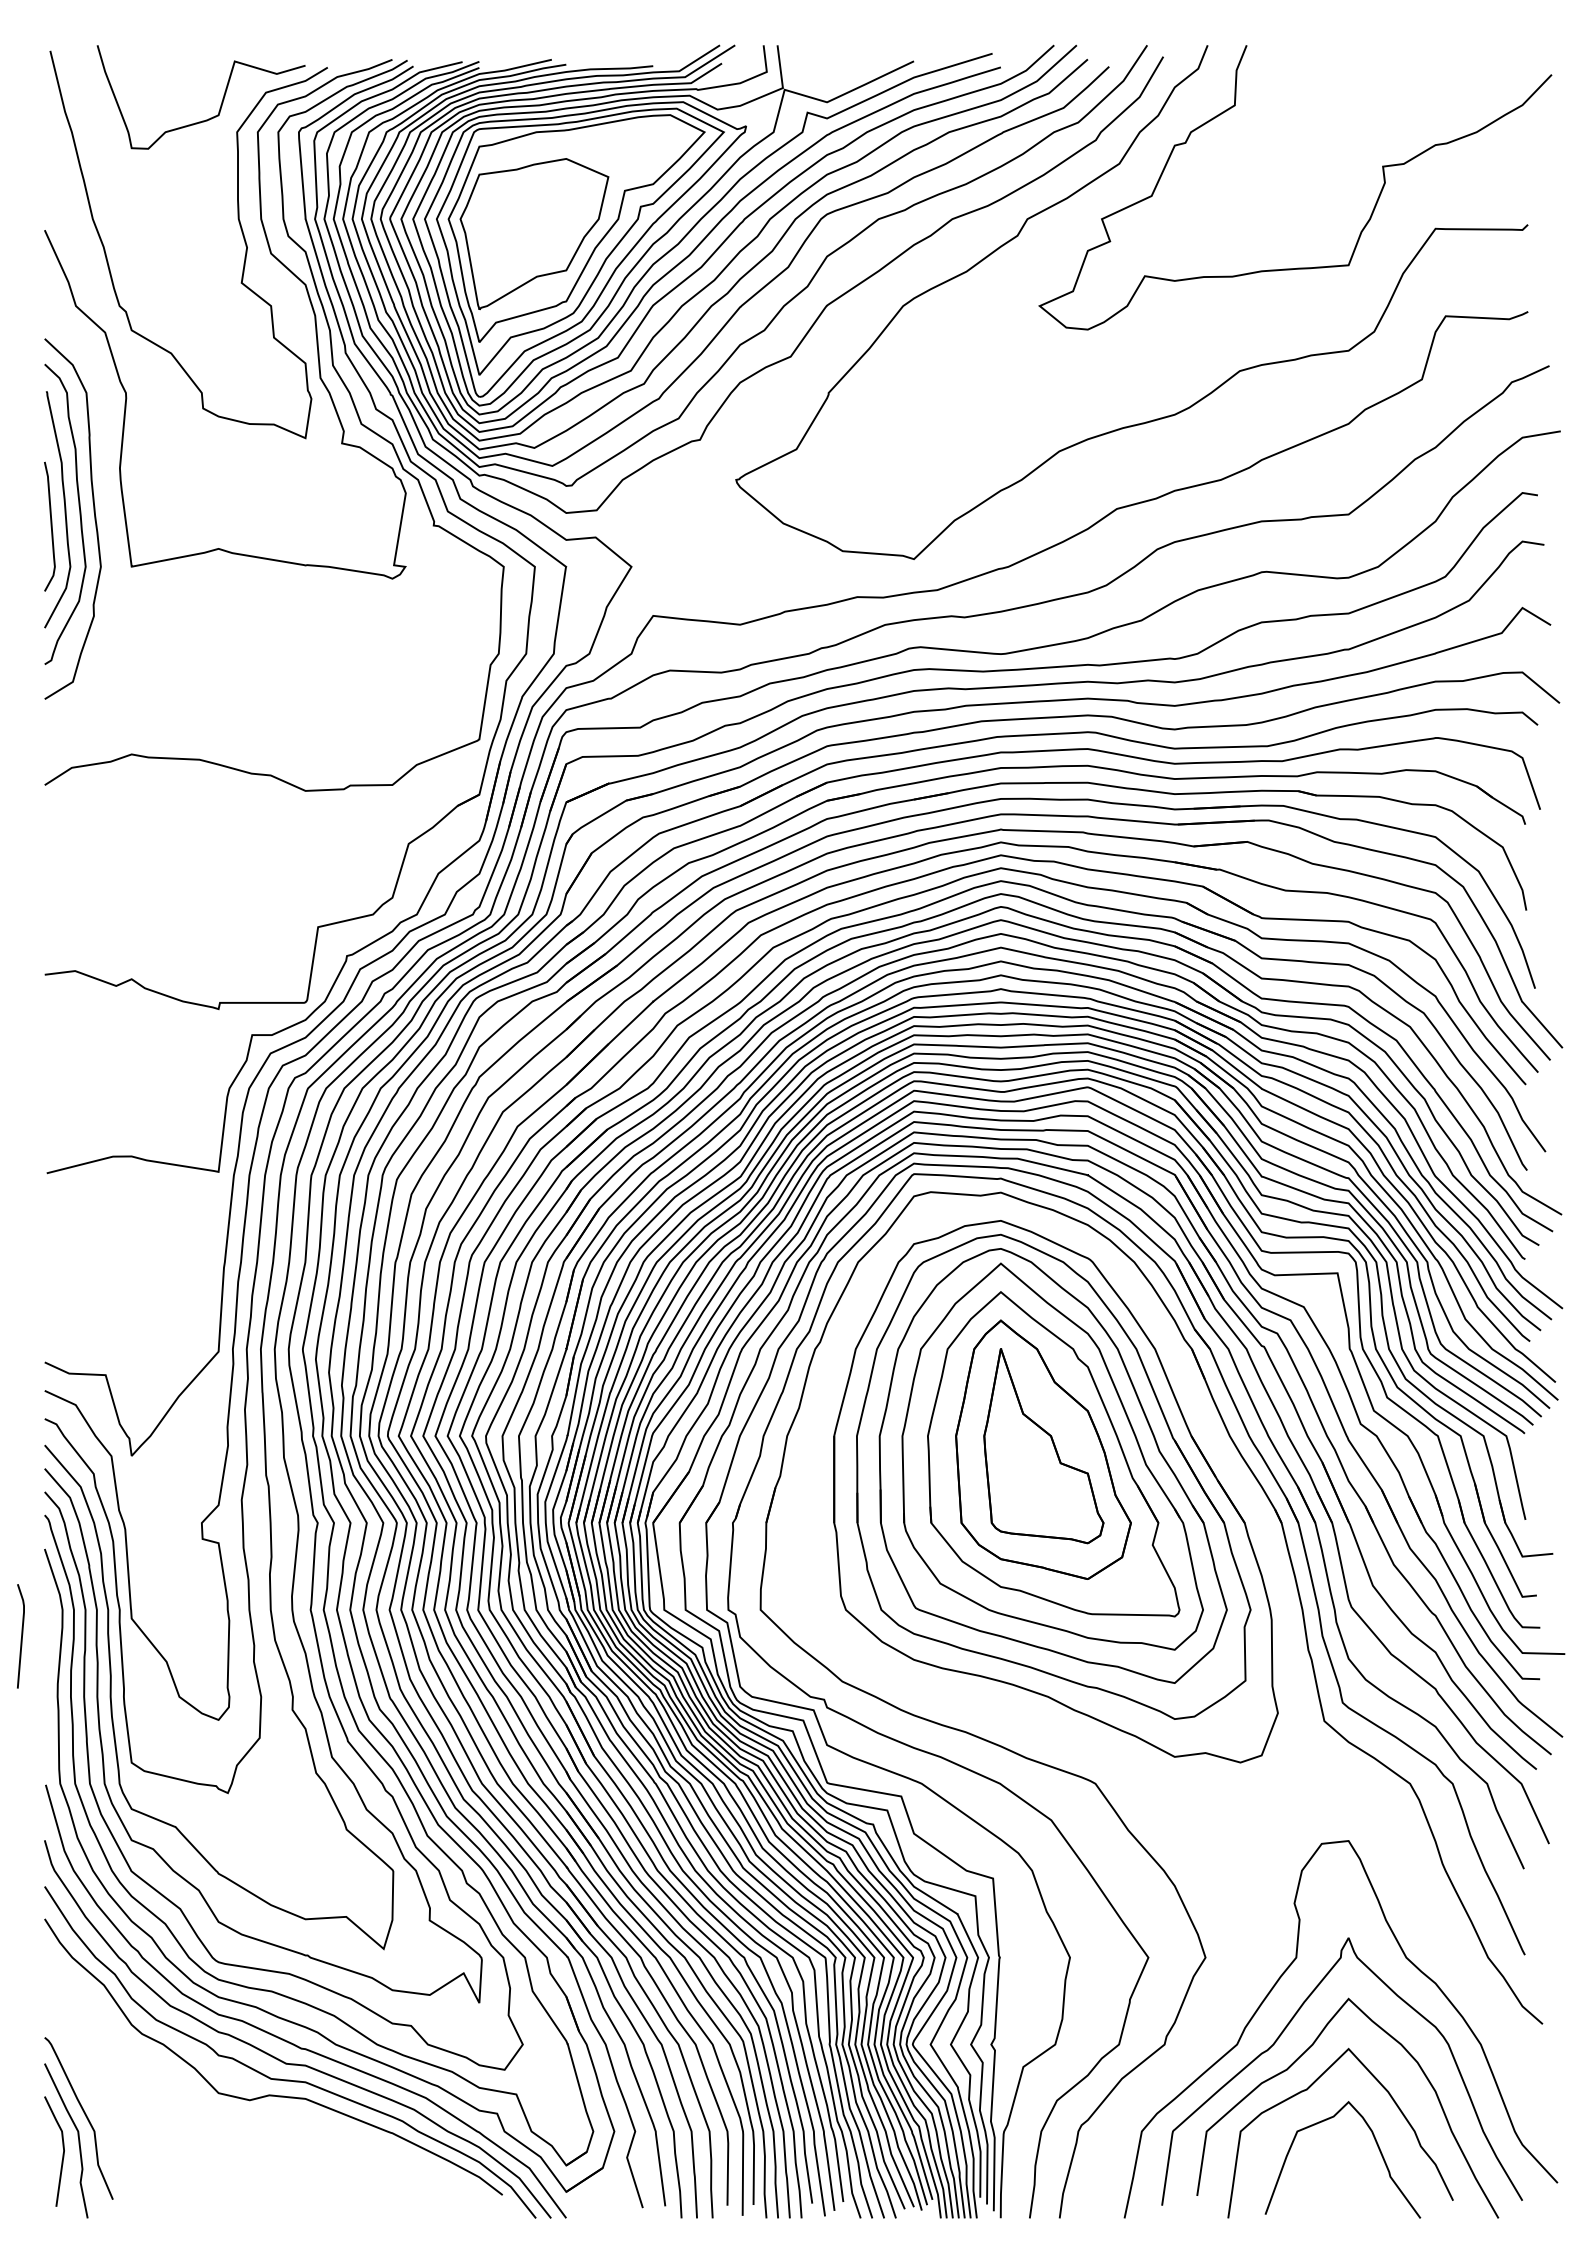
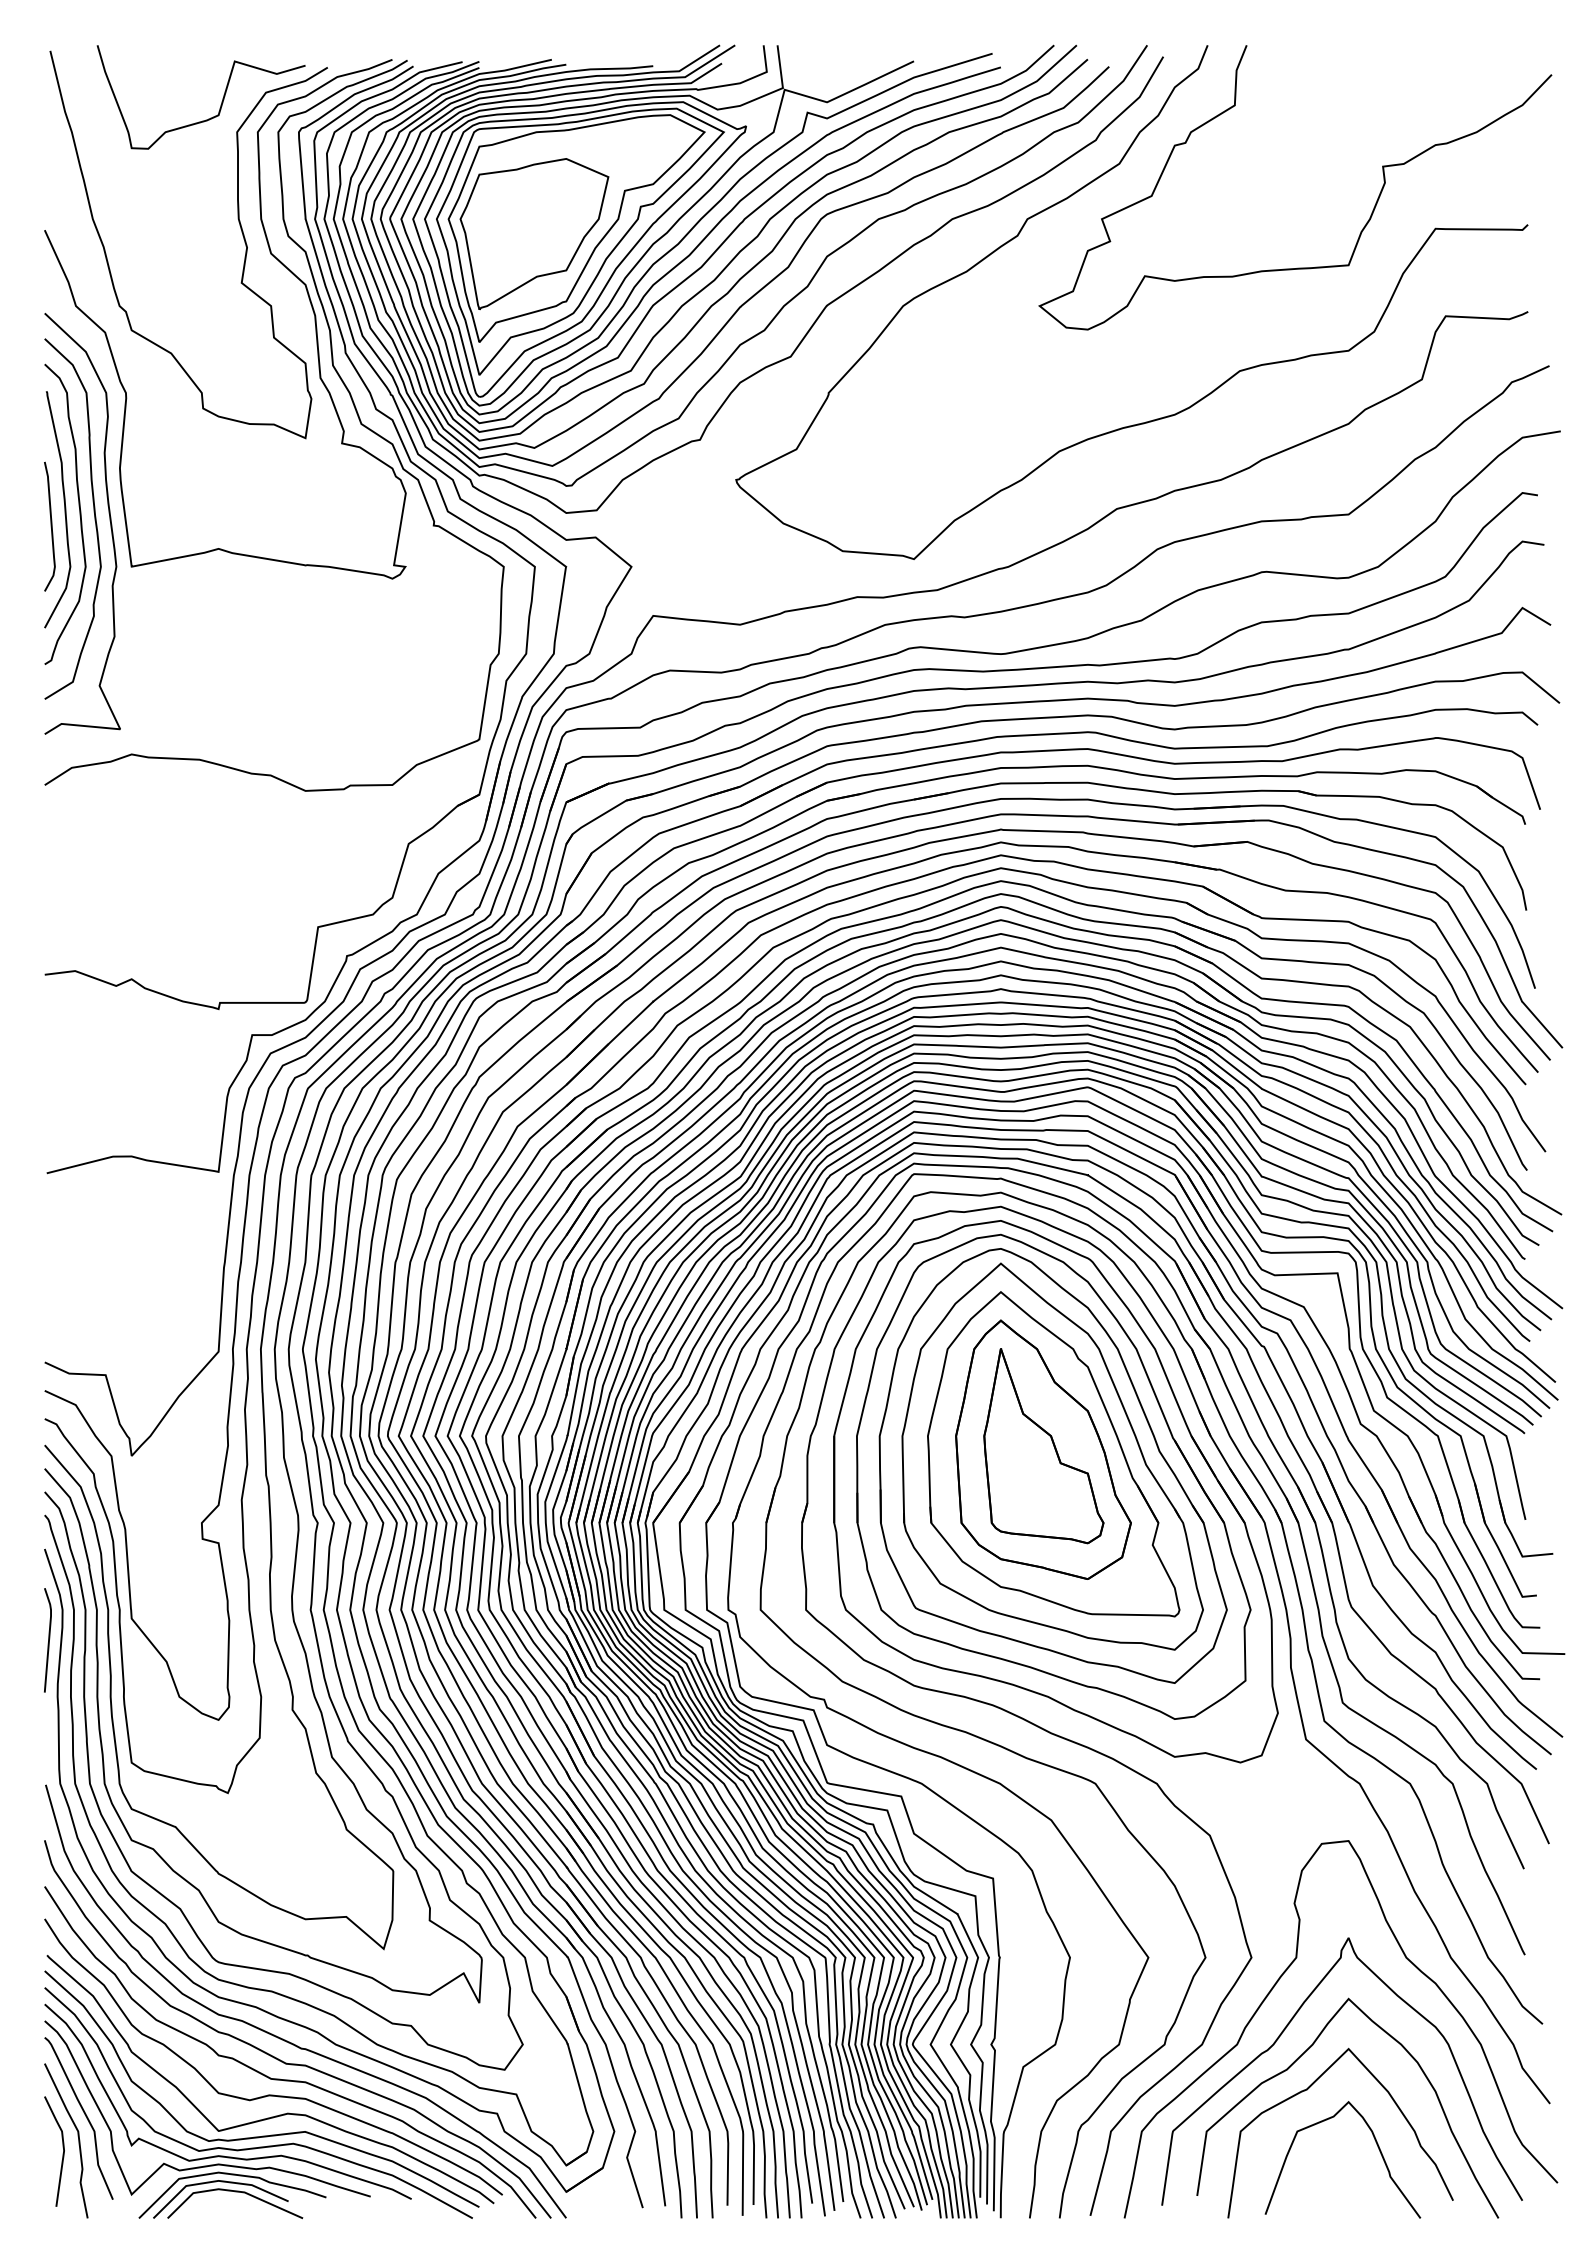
curve at (109, 521): none -> present
line at (21, 1636) position: (21, 1636) -> (48, 1640)
part at (1139, 1772): none -> present
part at (275, 2115): none -> present
